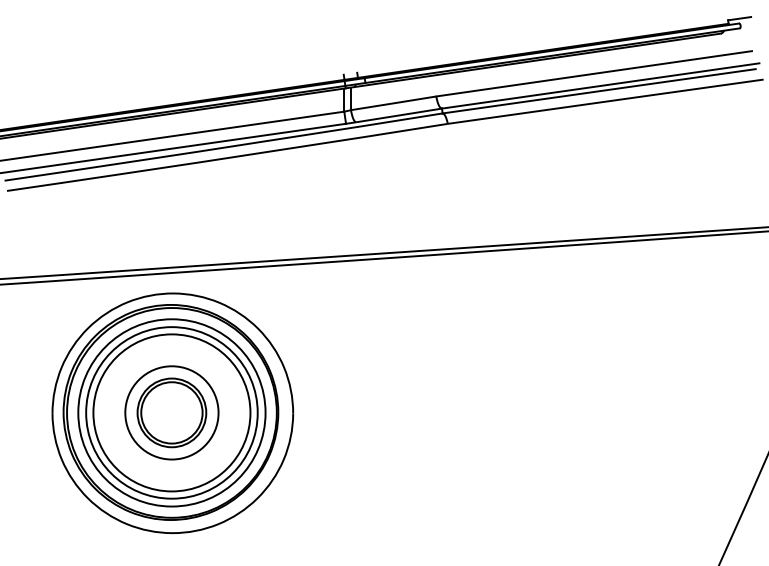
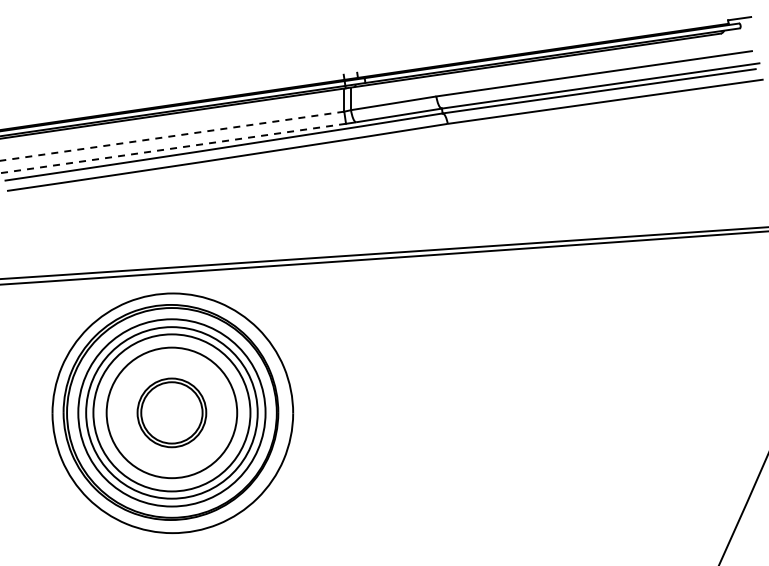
line at (172, 136): solid -> dashed
line at (173, 148): solid -> dashed
circle at (171, 412) diameter: 93 px -> 131 px
